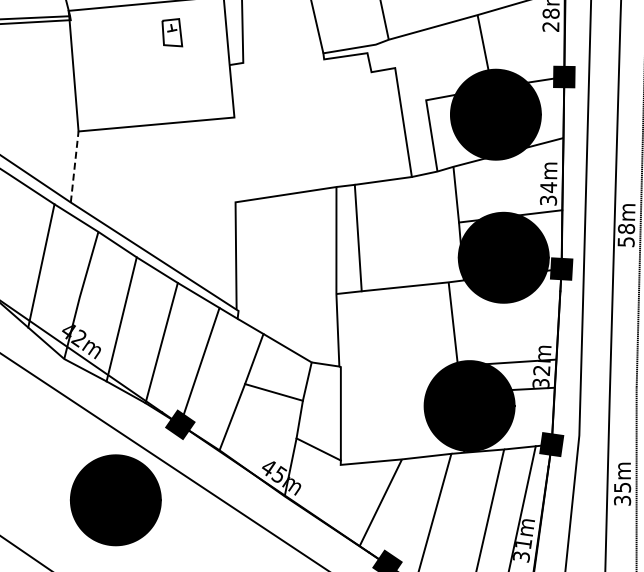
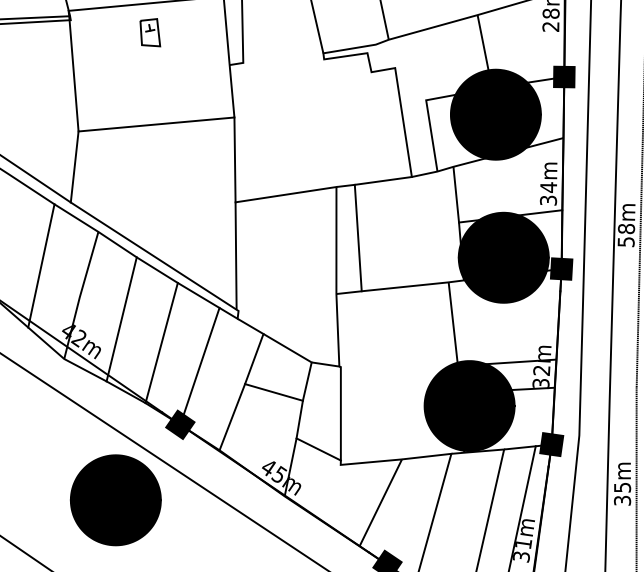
part at (172, 32) position: (172, 32) -> (150, 32)
line at (234, 159): none -> present
line at (74, 166): dashed -> solid
